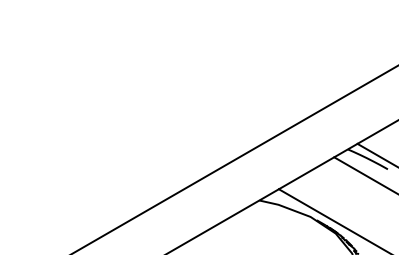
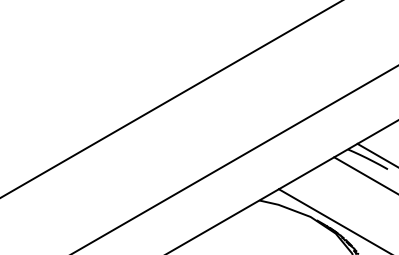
line at (170, 99): none -> present
